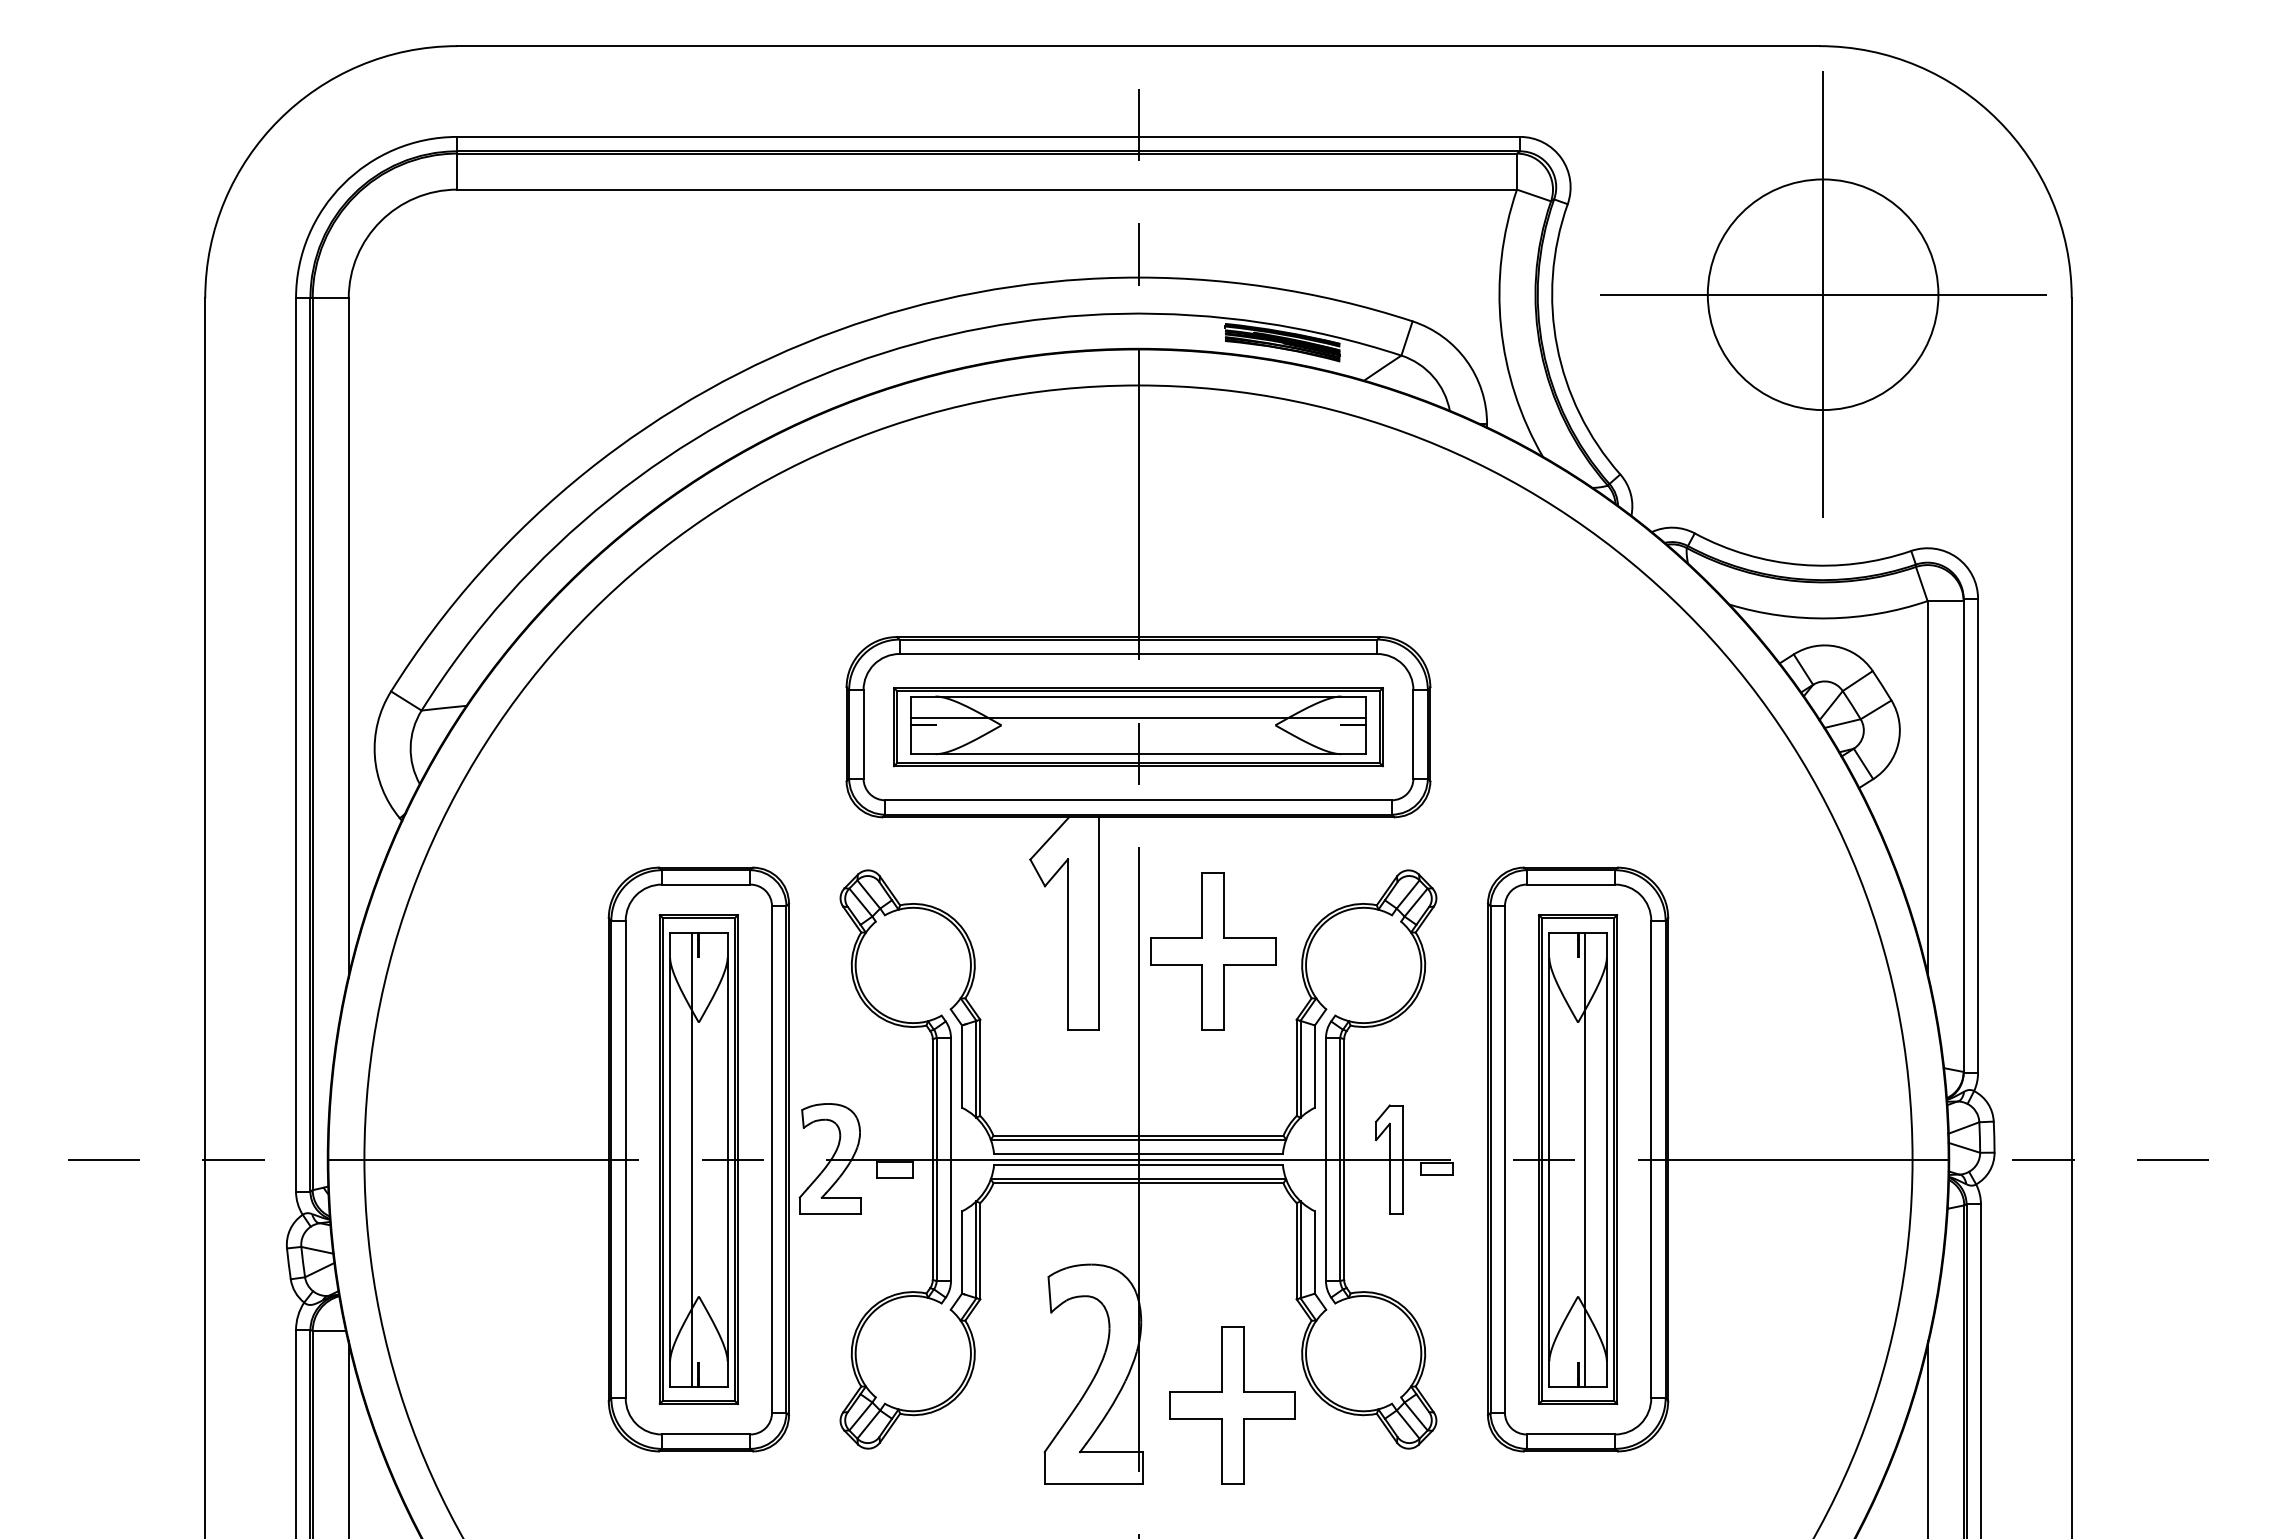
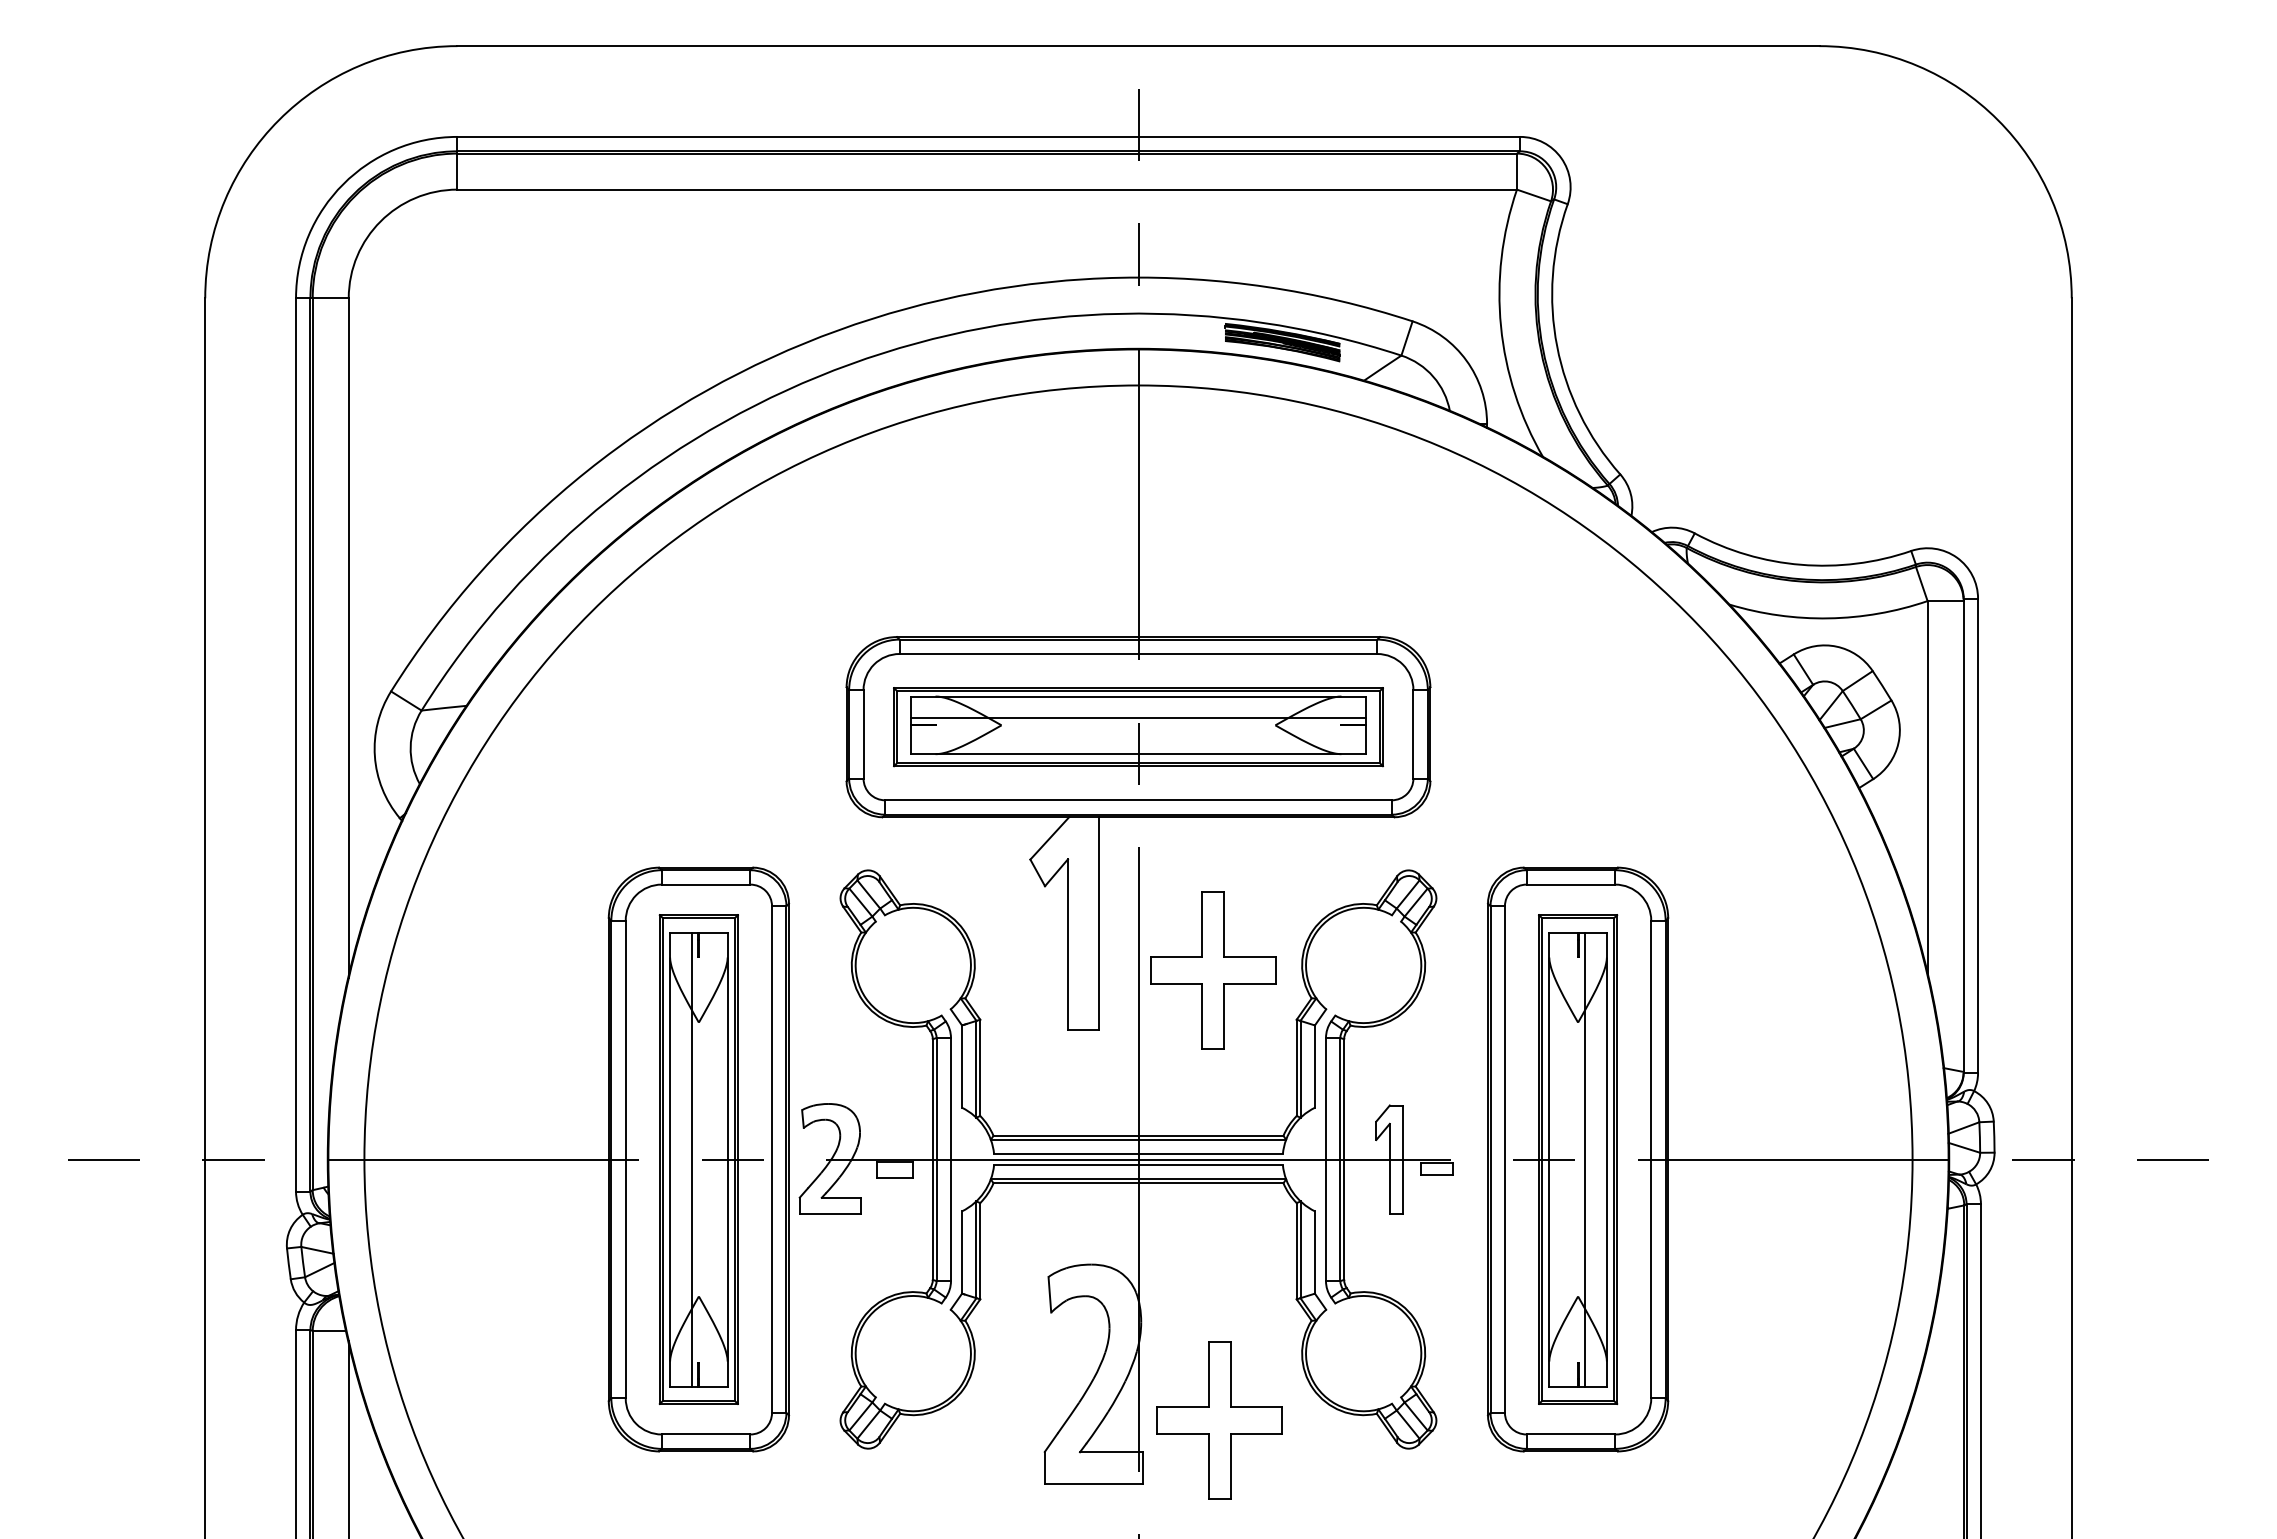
part at (1823, 294): present -> none
part at (1213, 951) position: (1213, 951) -> (1213, 970)
part at (1232, 1405) position: (1232, 1405) -> (1219, 1420)
line at (1928, 1438): present -> none
